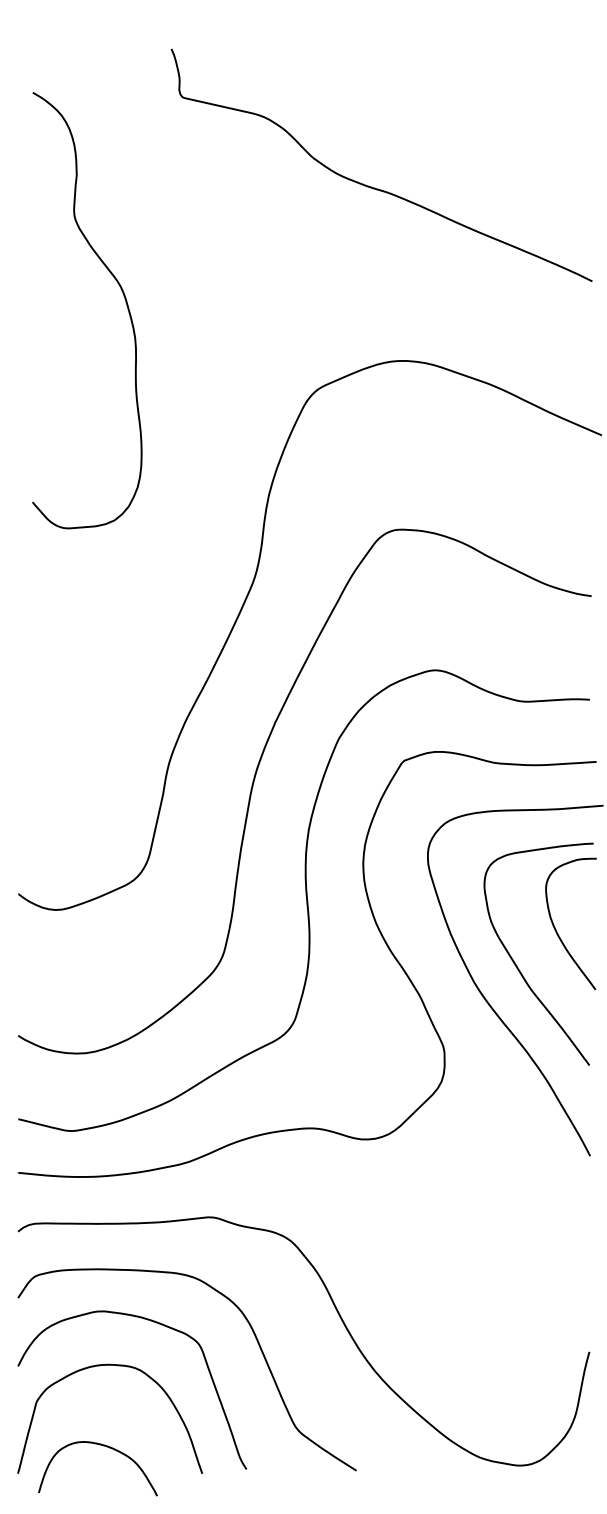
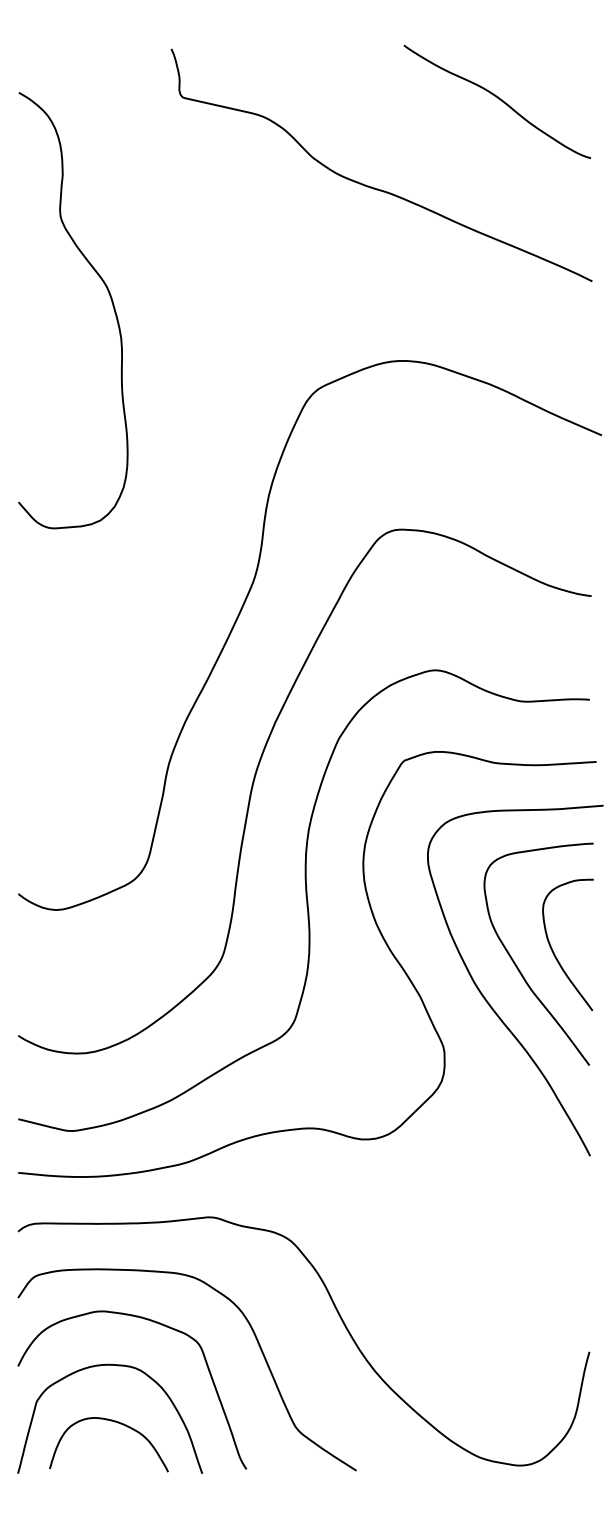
curve at (498, 99): none -> present
curve at (124, 299) position: (124, 299) -> (110, 299)
curve at (556, 929) position: (556, 929) -> (553, 950)
curve at (103, 1446) position: (103, 1446) -> (114, 1422)
